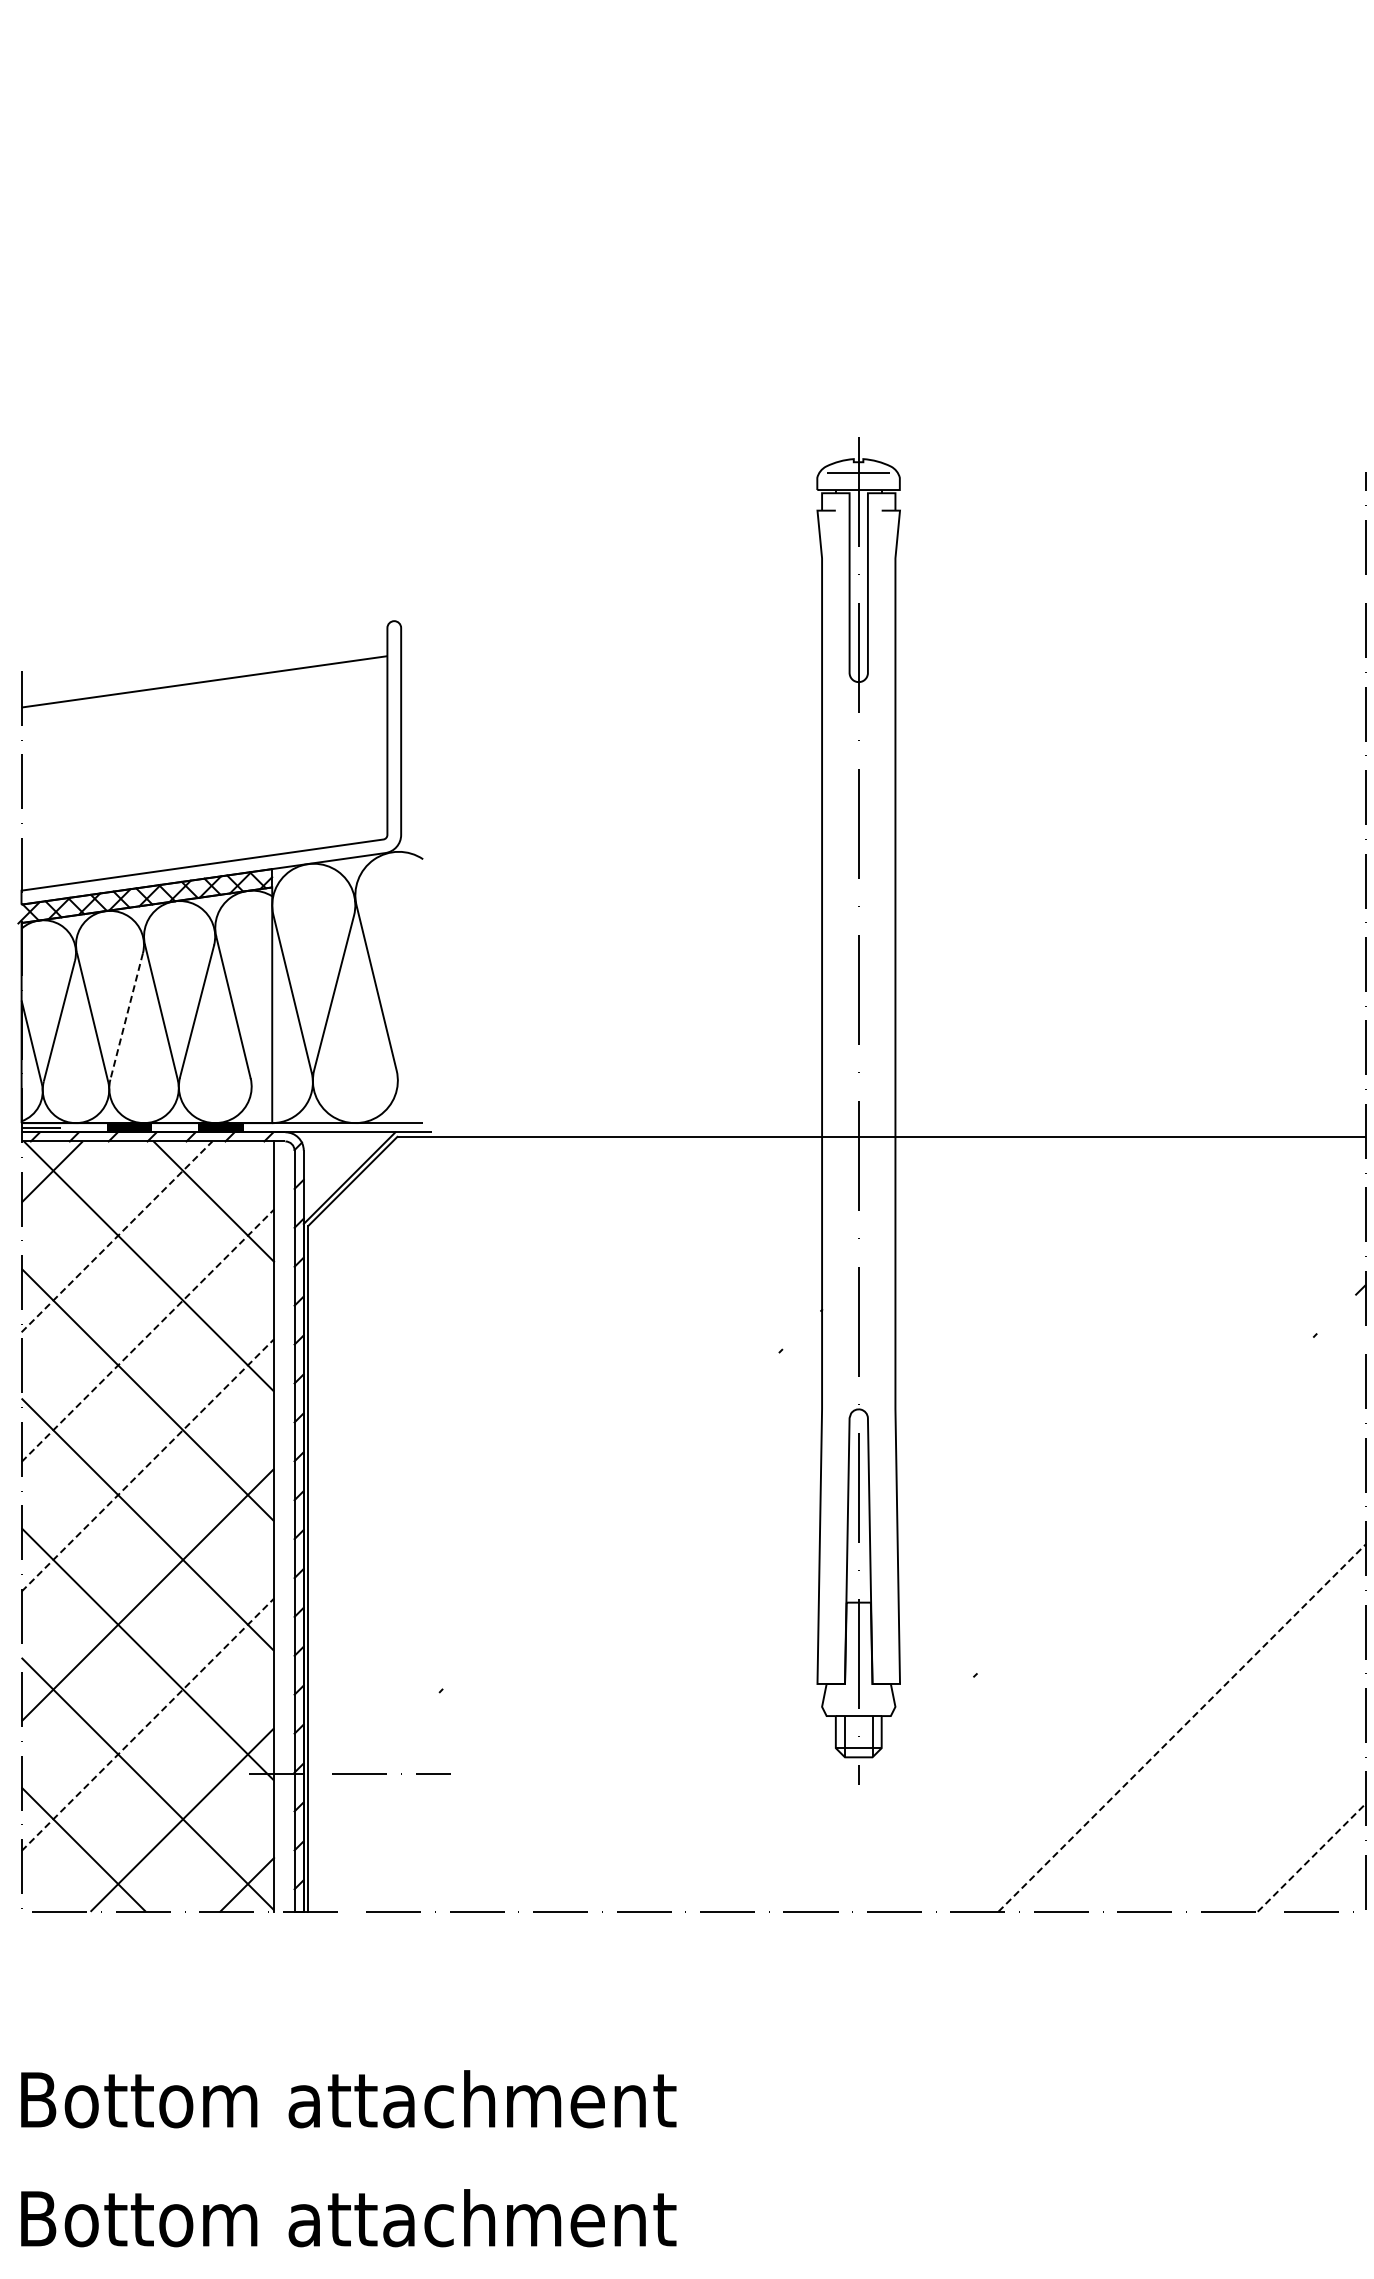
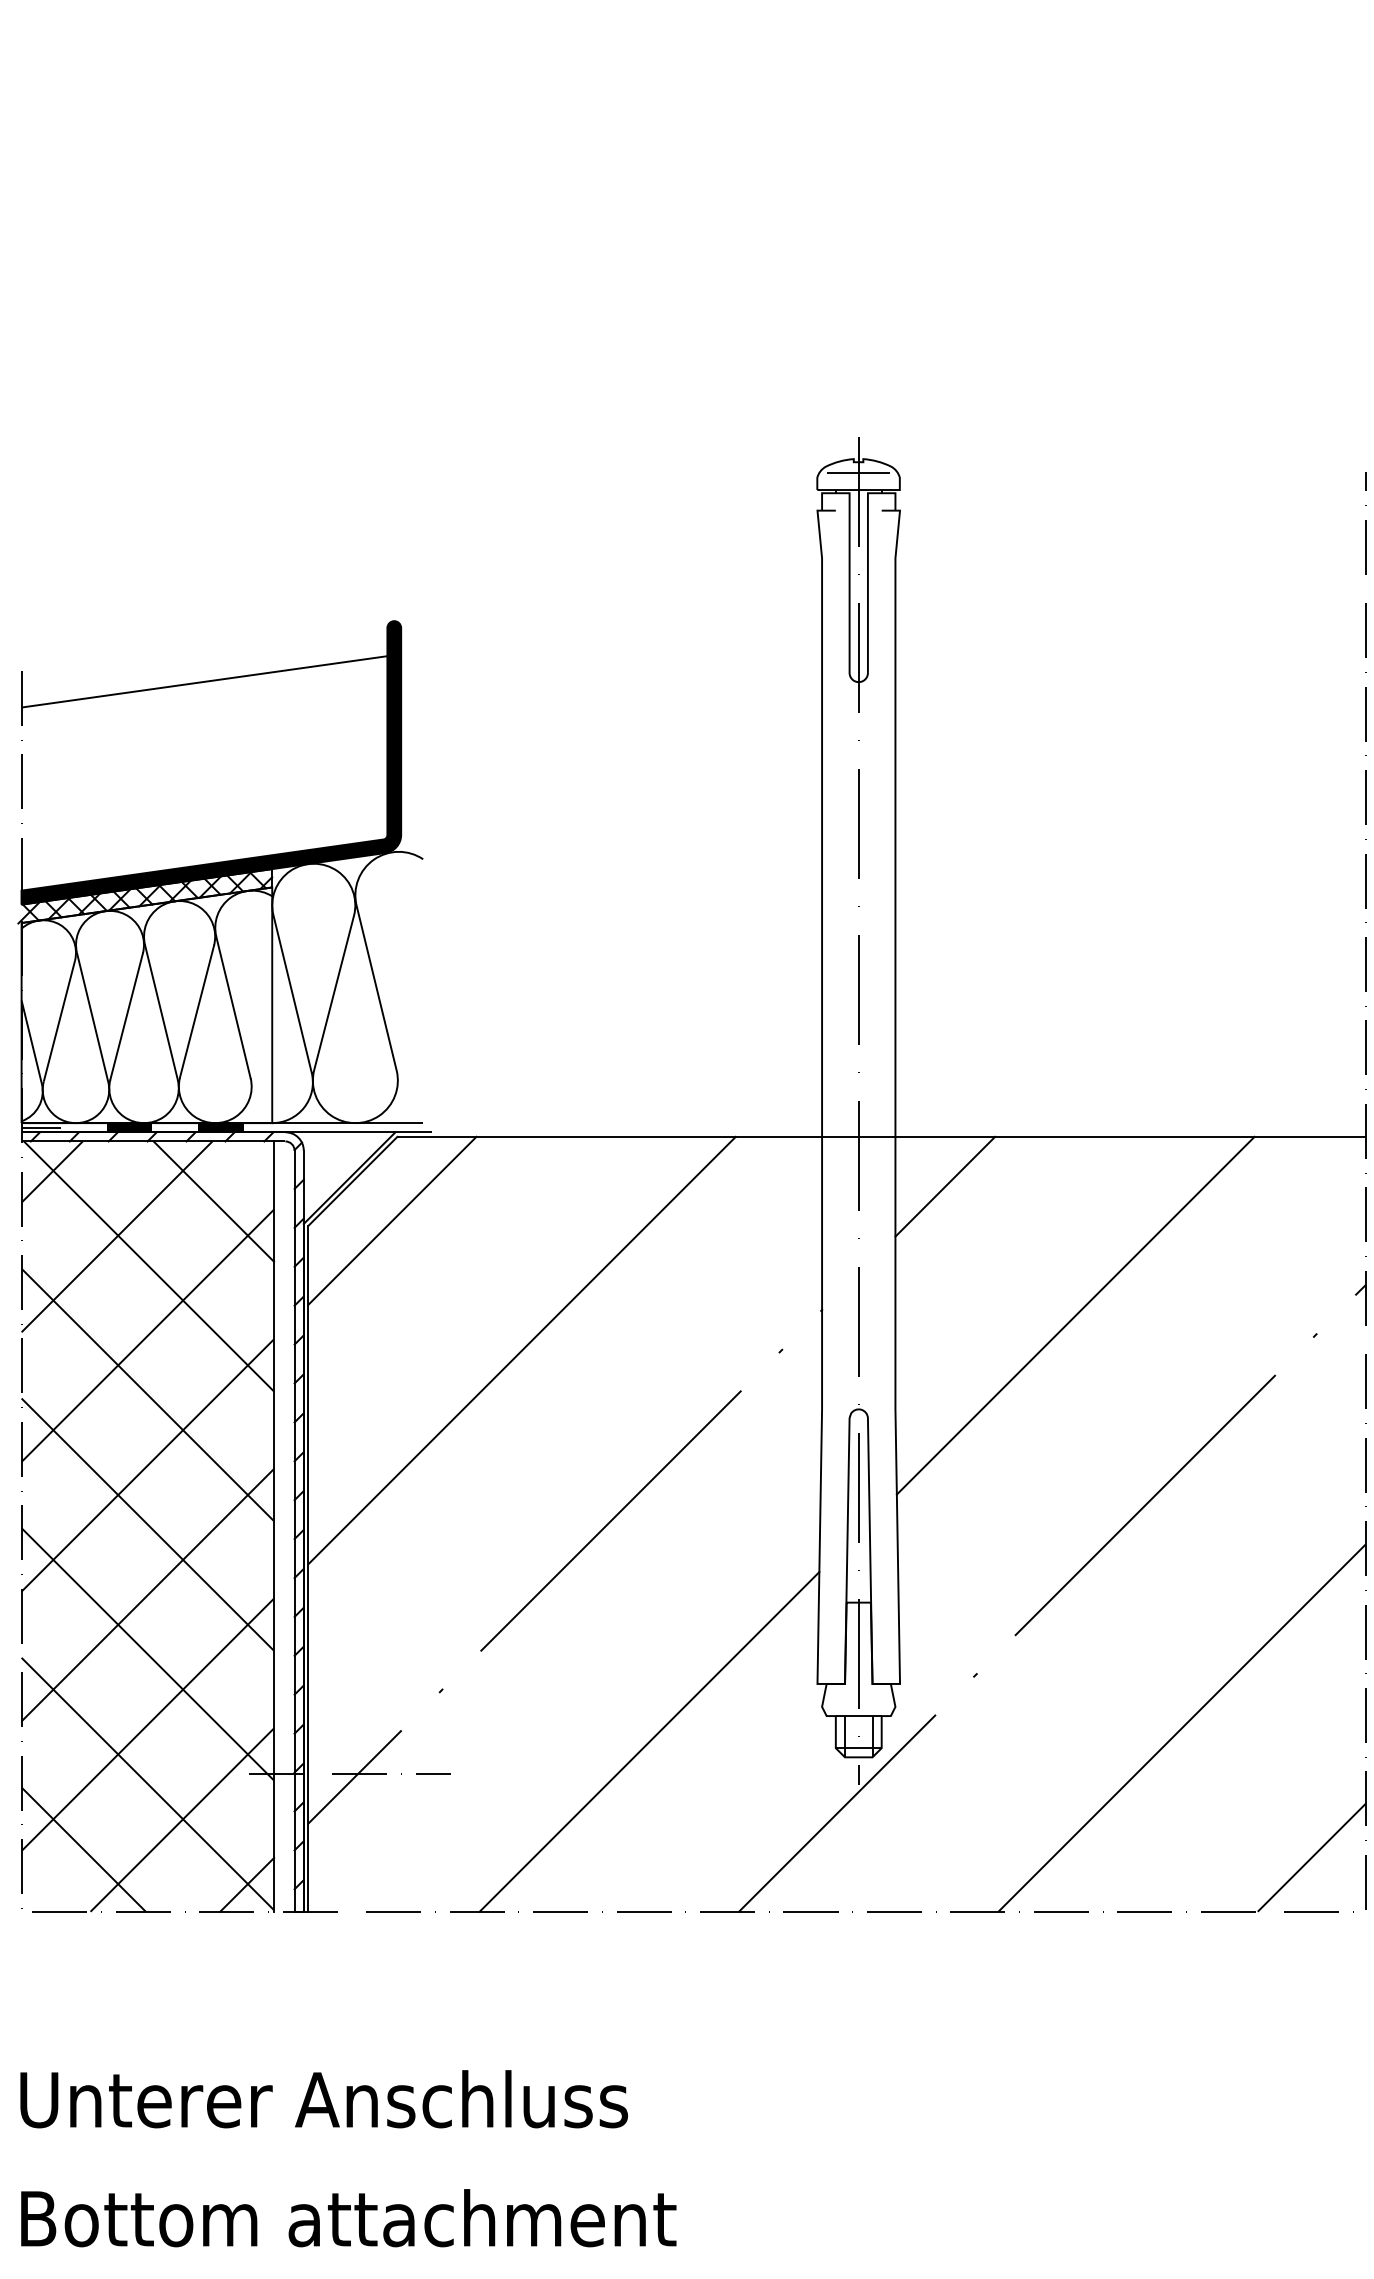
fill at (211, 762): none -> present
line at (126, 1017): dashed -> solid
line at (945, 1186): none -> present
line at (392, 1220): none -> present
line at (117, 1236): dashed -> solid
line at (1075, 1315): none -> present
line at (148, 1335): dashed -> solid
line at (521, 1350): none -> present
line at (148, 1465): dashed -> solid
line at (1145, 1505): none -> present
line at (610, 1520): none -> present
line at (147, 1724): dashed -> solid
line at (1182, 1728): dashed -> solid
line at (649, 1741): none -> present
line at (354, 1777): none -> present
line at (837, 1813): none -> present
line at (1312, 1857): dashed -> solid
text at (348, 2099): Bottom attachment -> Unterer Anschluss
